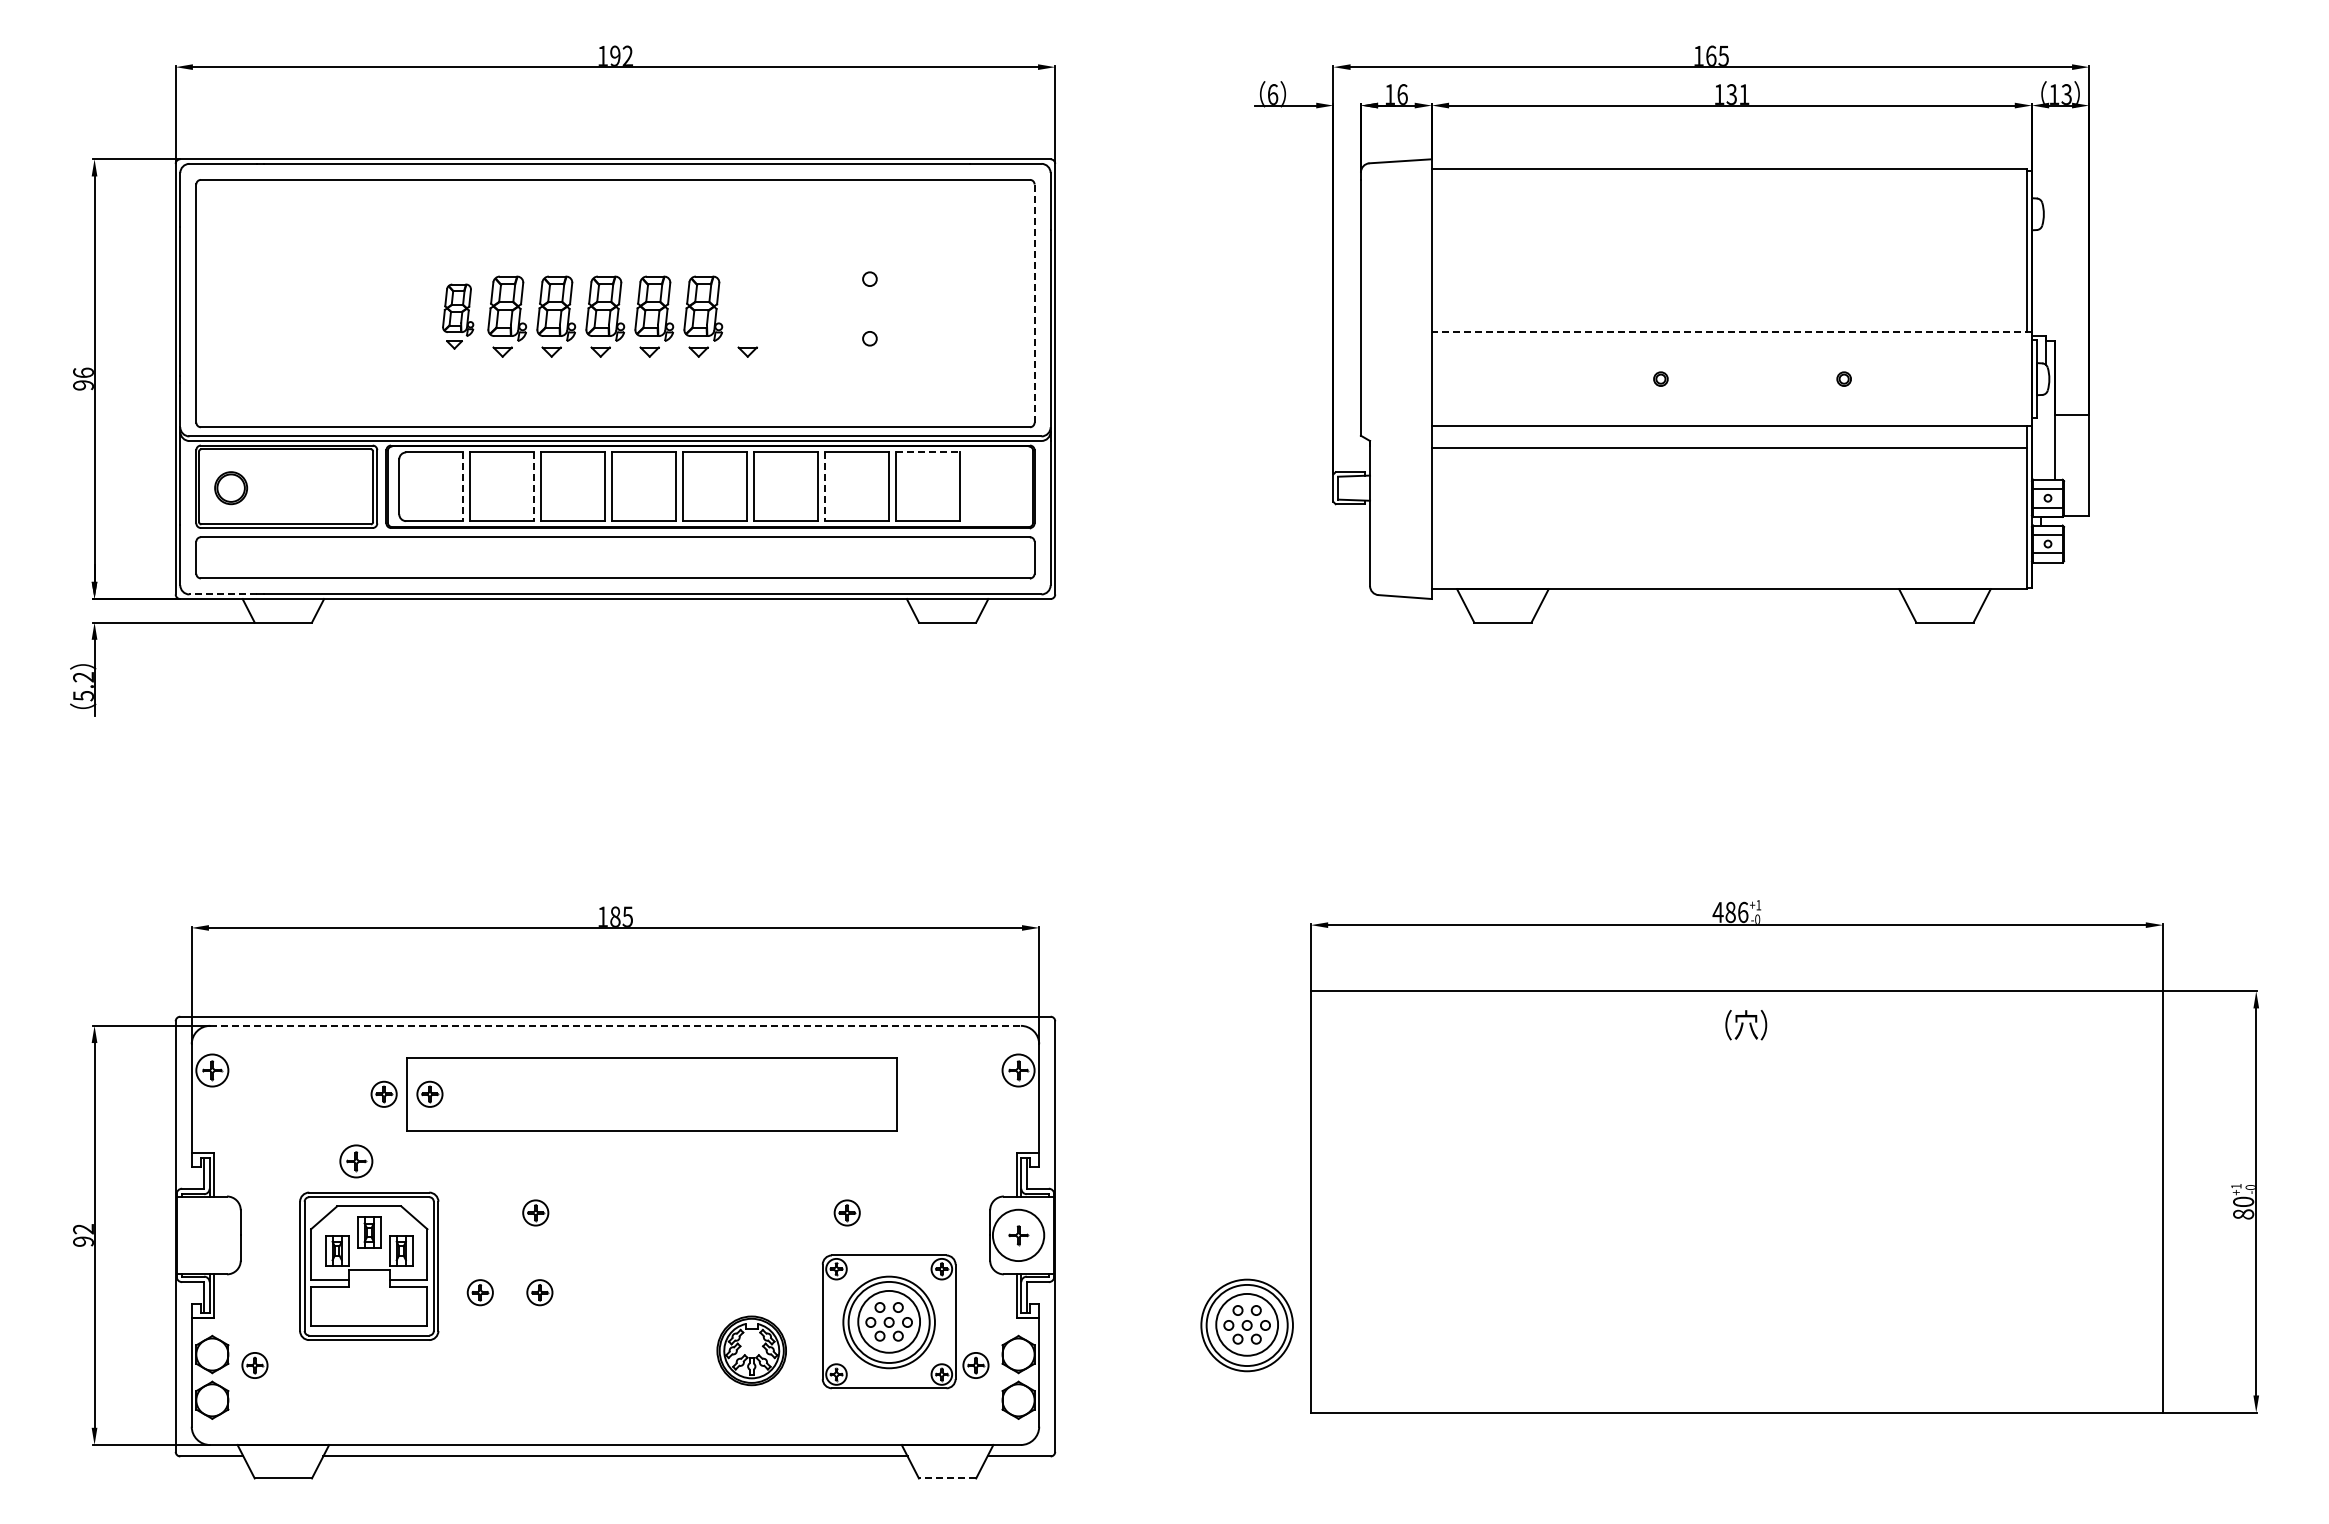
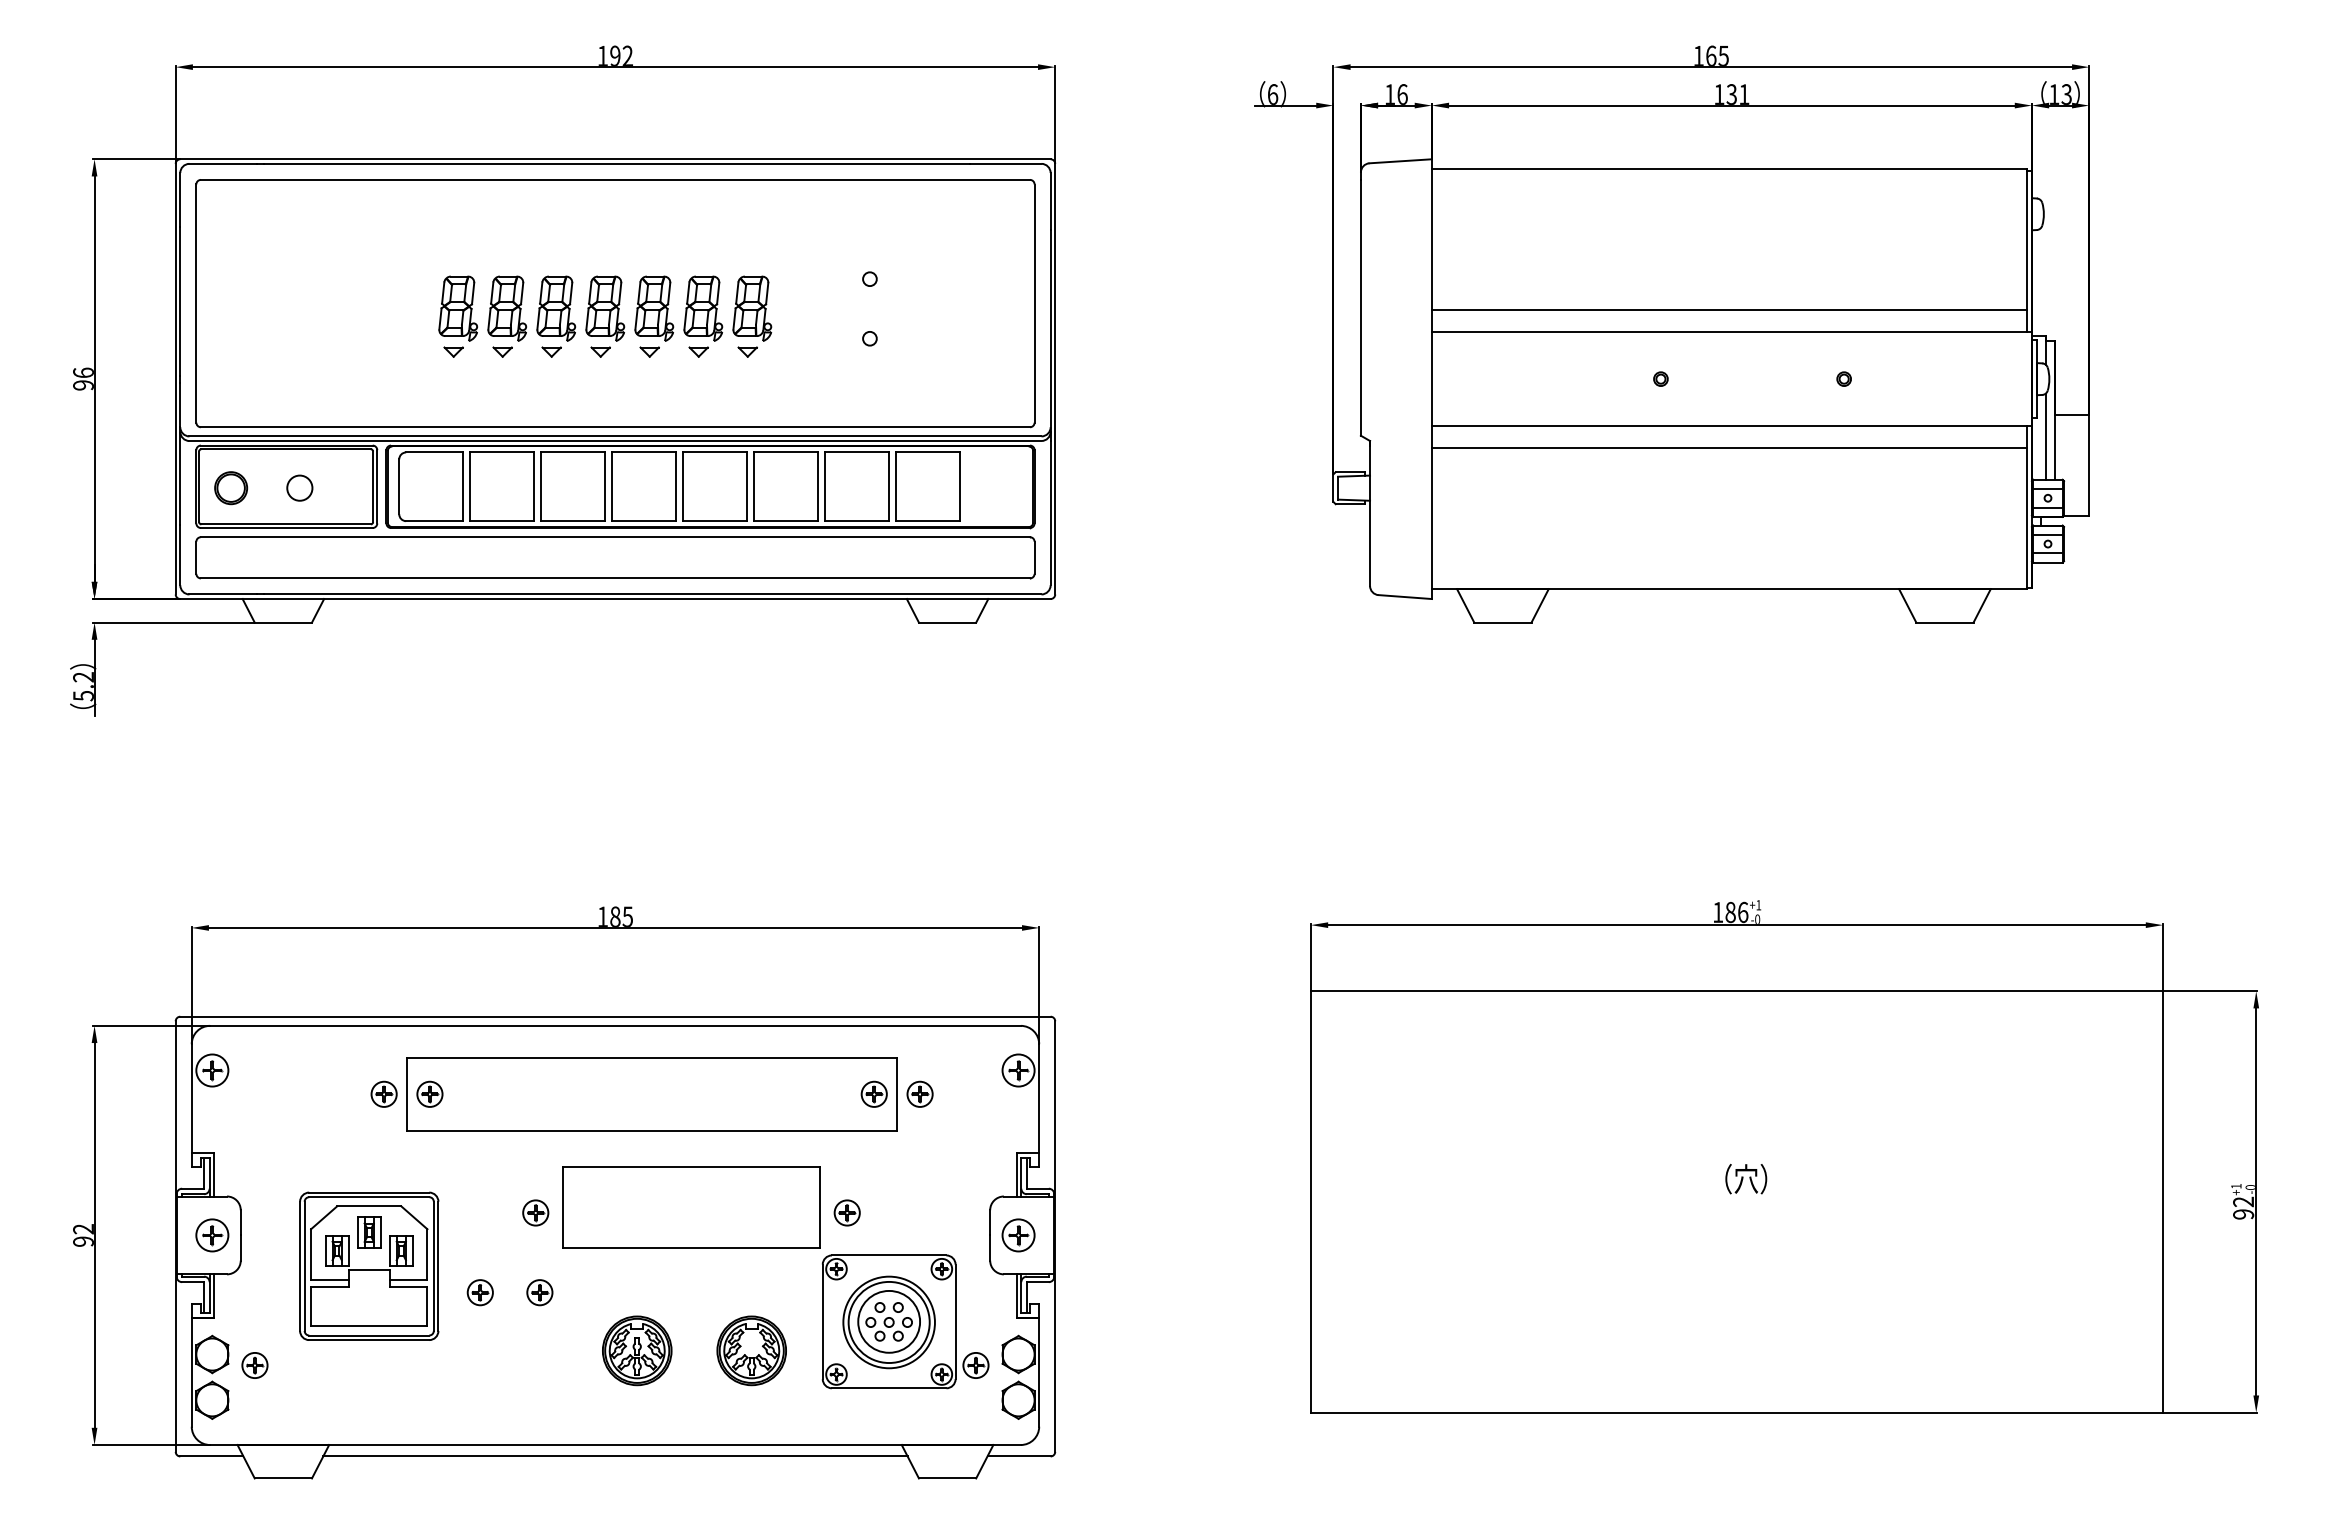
line at (1034, 303): dashed -> solid
part at (752, 308): none -> present
line at (1729, 310): none -> present
part at (458, 316) size: 33x67 px -> 40x83 px
line at (1731, 332): dashed -> solid
line at (2045, 436): none -> present
line at (928, 452): dashed -> solid
circle at (299, 487): none -> present
line at (463, 487): dashed -> solid
line at (534, 487): dashed -> solid
line at (825, 487): dashed -> solid
line at (223, 594): dashed -> solid
text at (1717, 912): 486 -> 186
line at (615, 1025): dashed -> solid
text at (1746, 1025) position: (1746, 1025) -> (1746, 1179)
part at (873, 1093): none -> present
part at (919, 1093): none -> present
part at (356, 1161) position: (356, 1161) -> (212, 1235)
part at (691, 1207): none -> present
text at (2243, 1207): 80 -> 92
circle at (1018, 1235) diameter: 51 px -> 32 px
part at (1246, 1325): present -> none
part at (637, 1350): none -> present
line at (947, 1478): dashed -> solid
